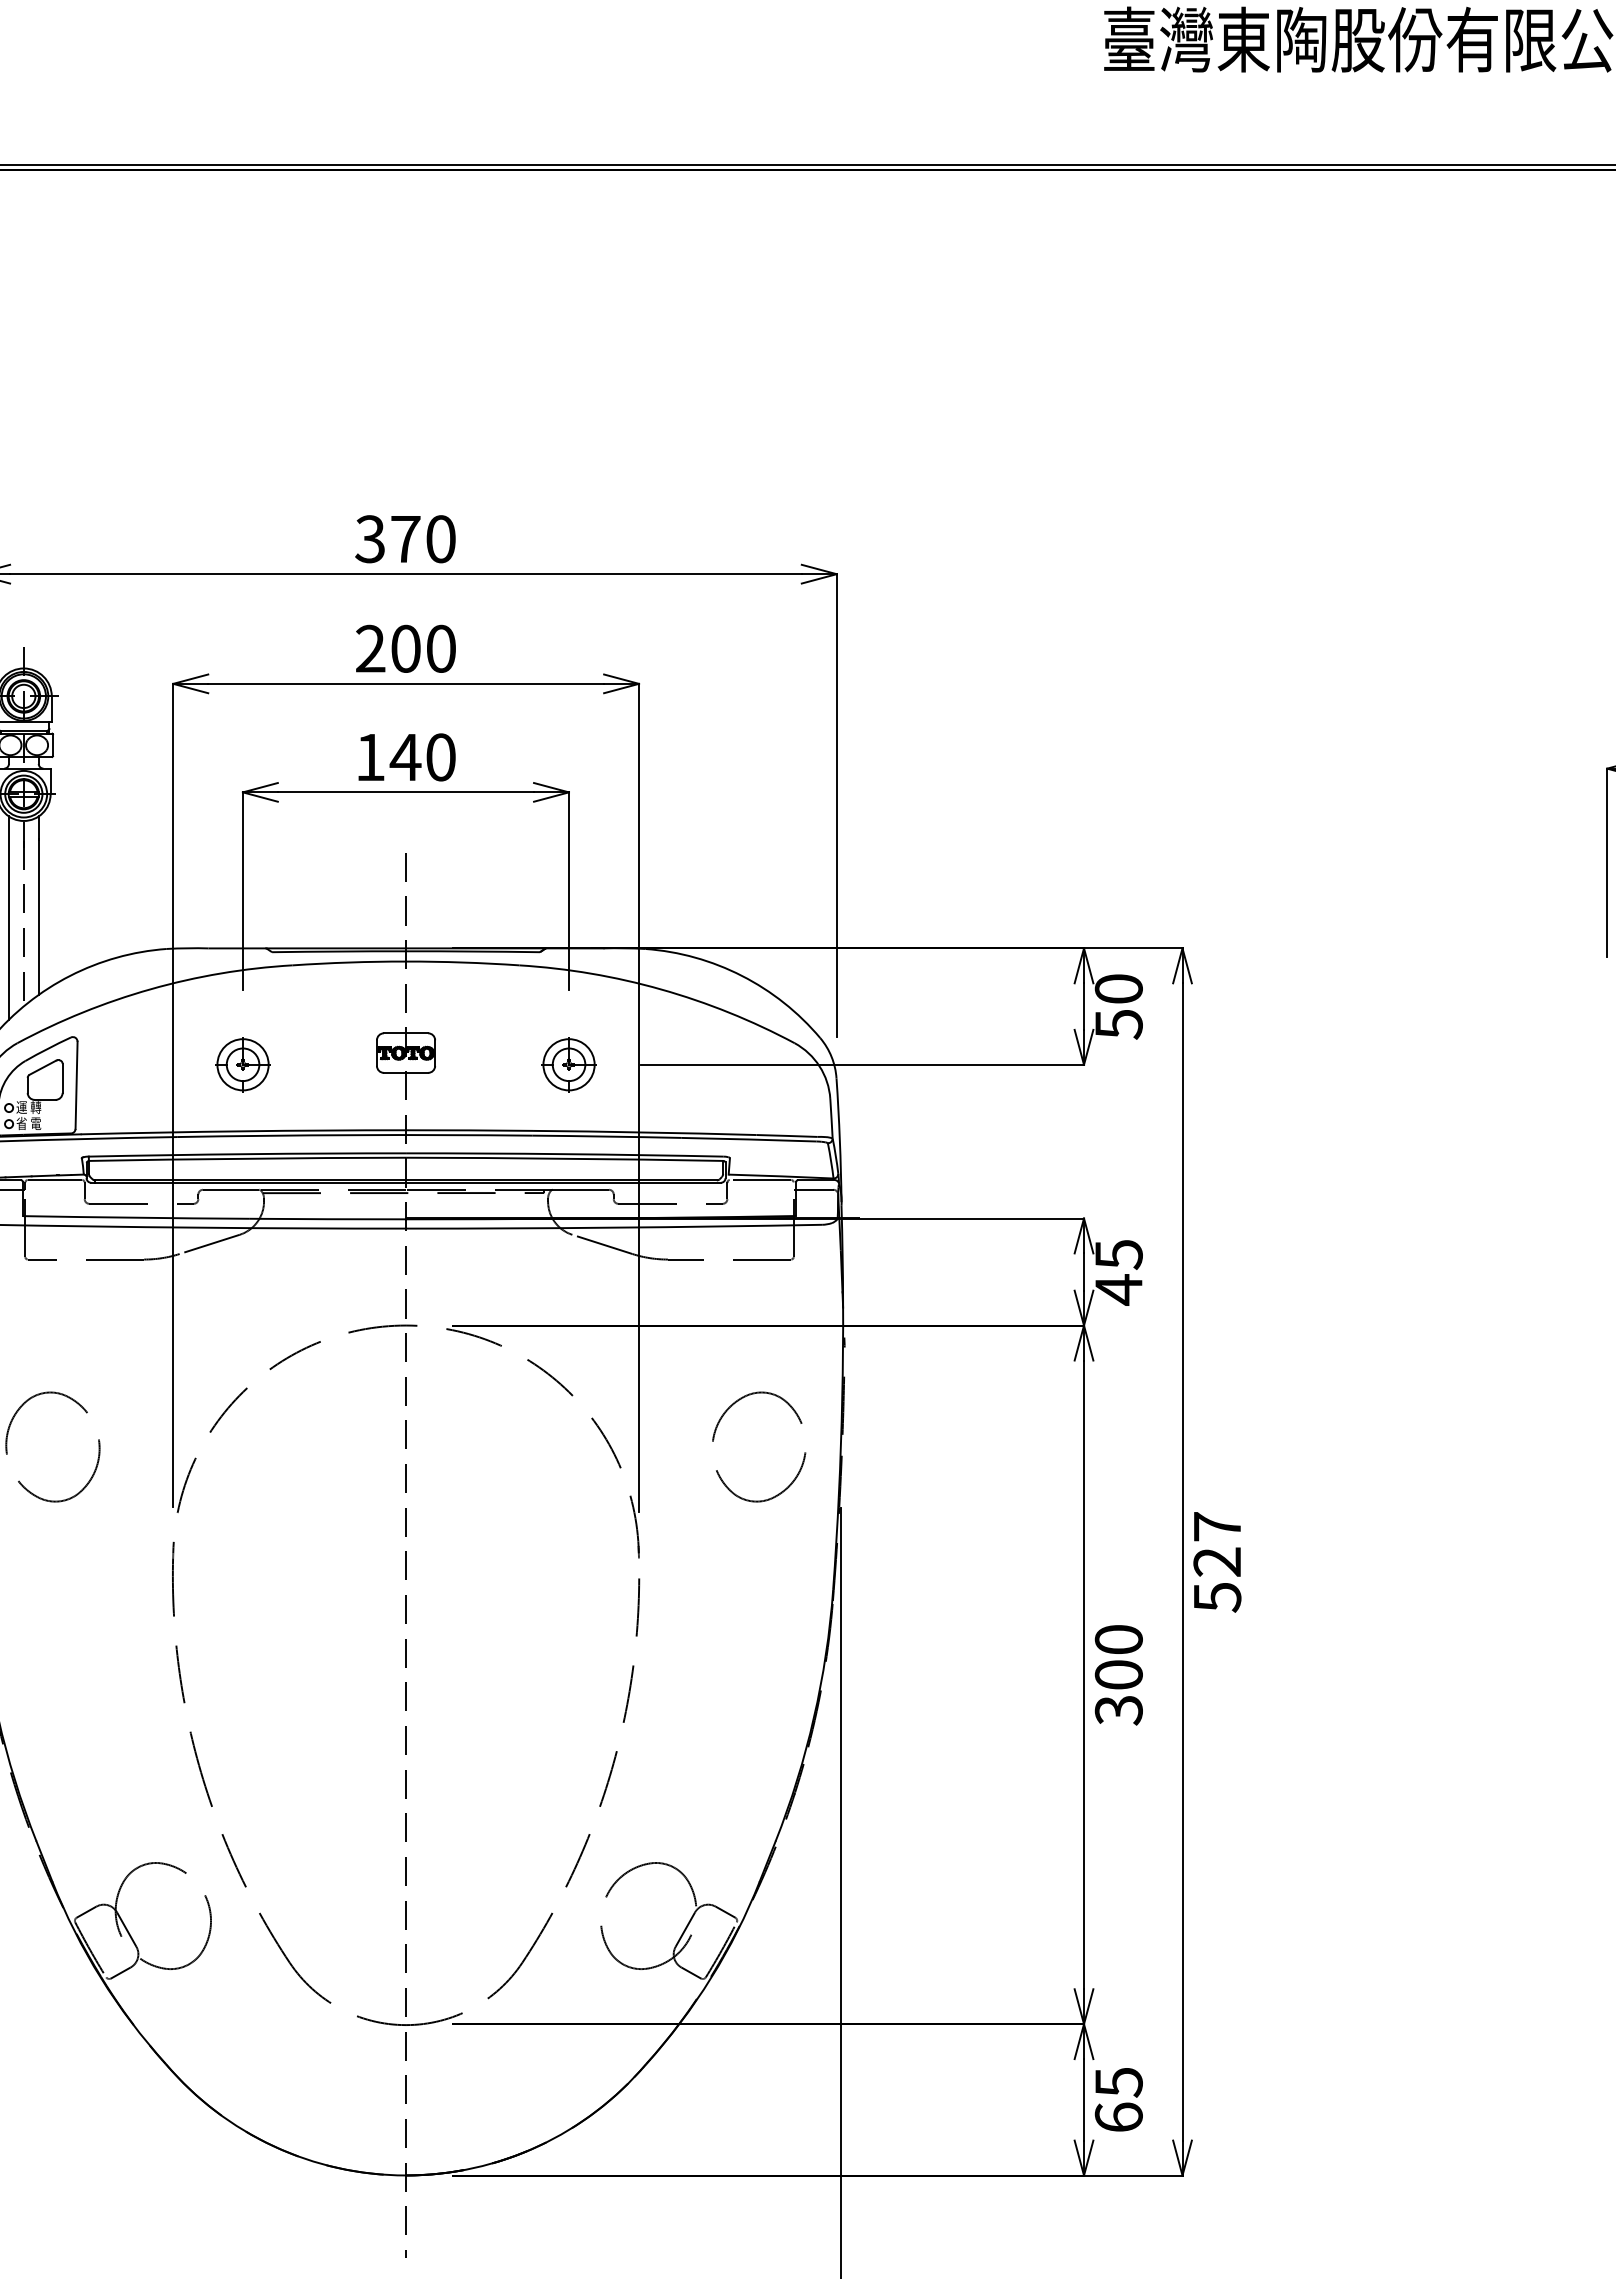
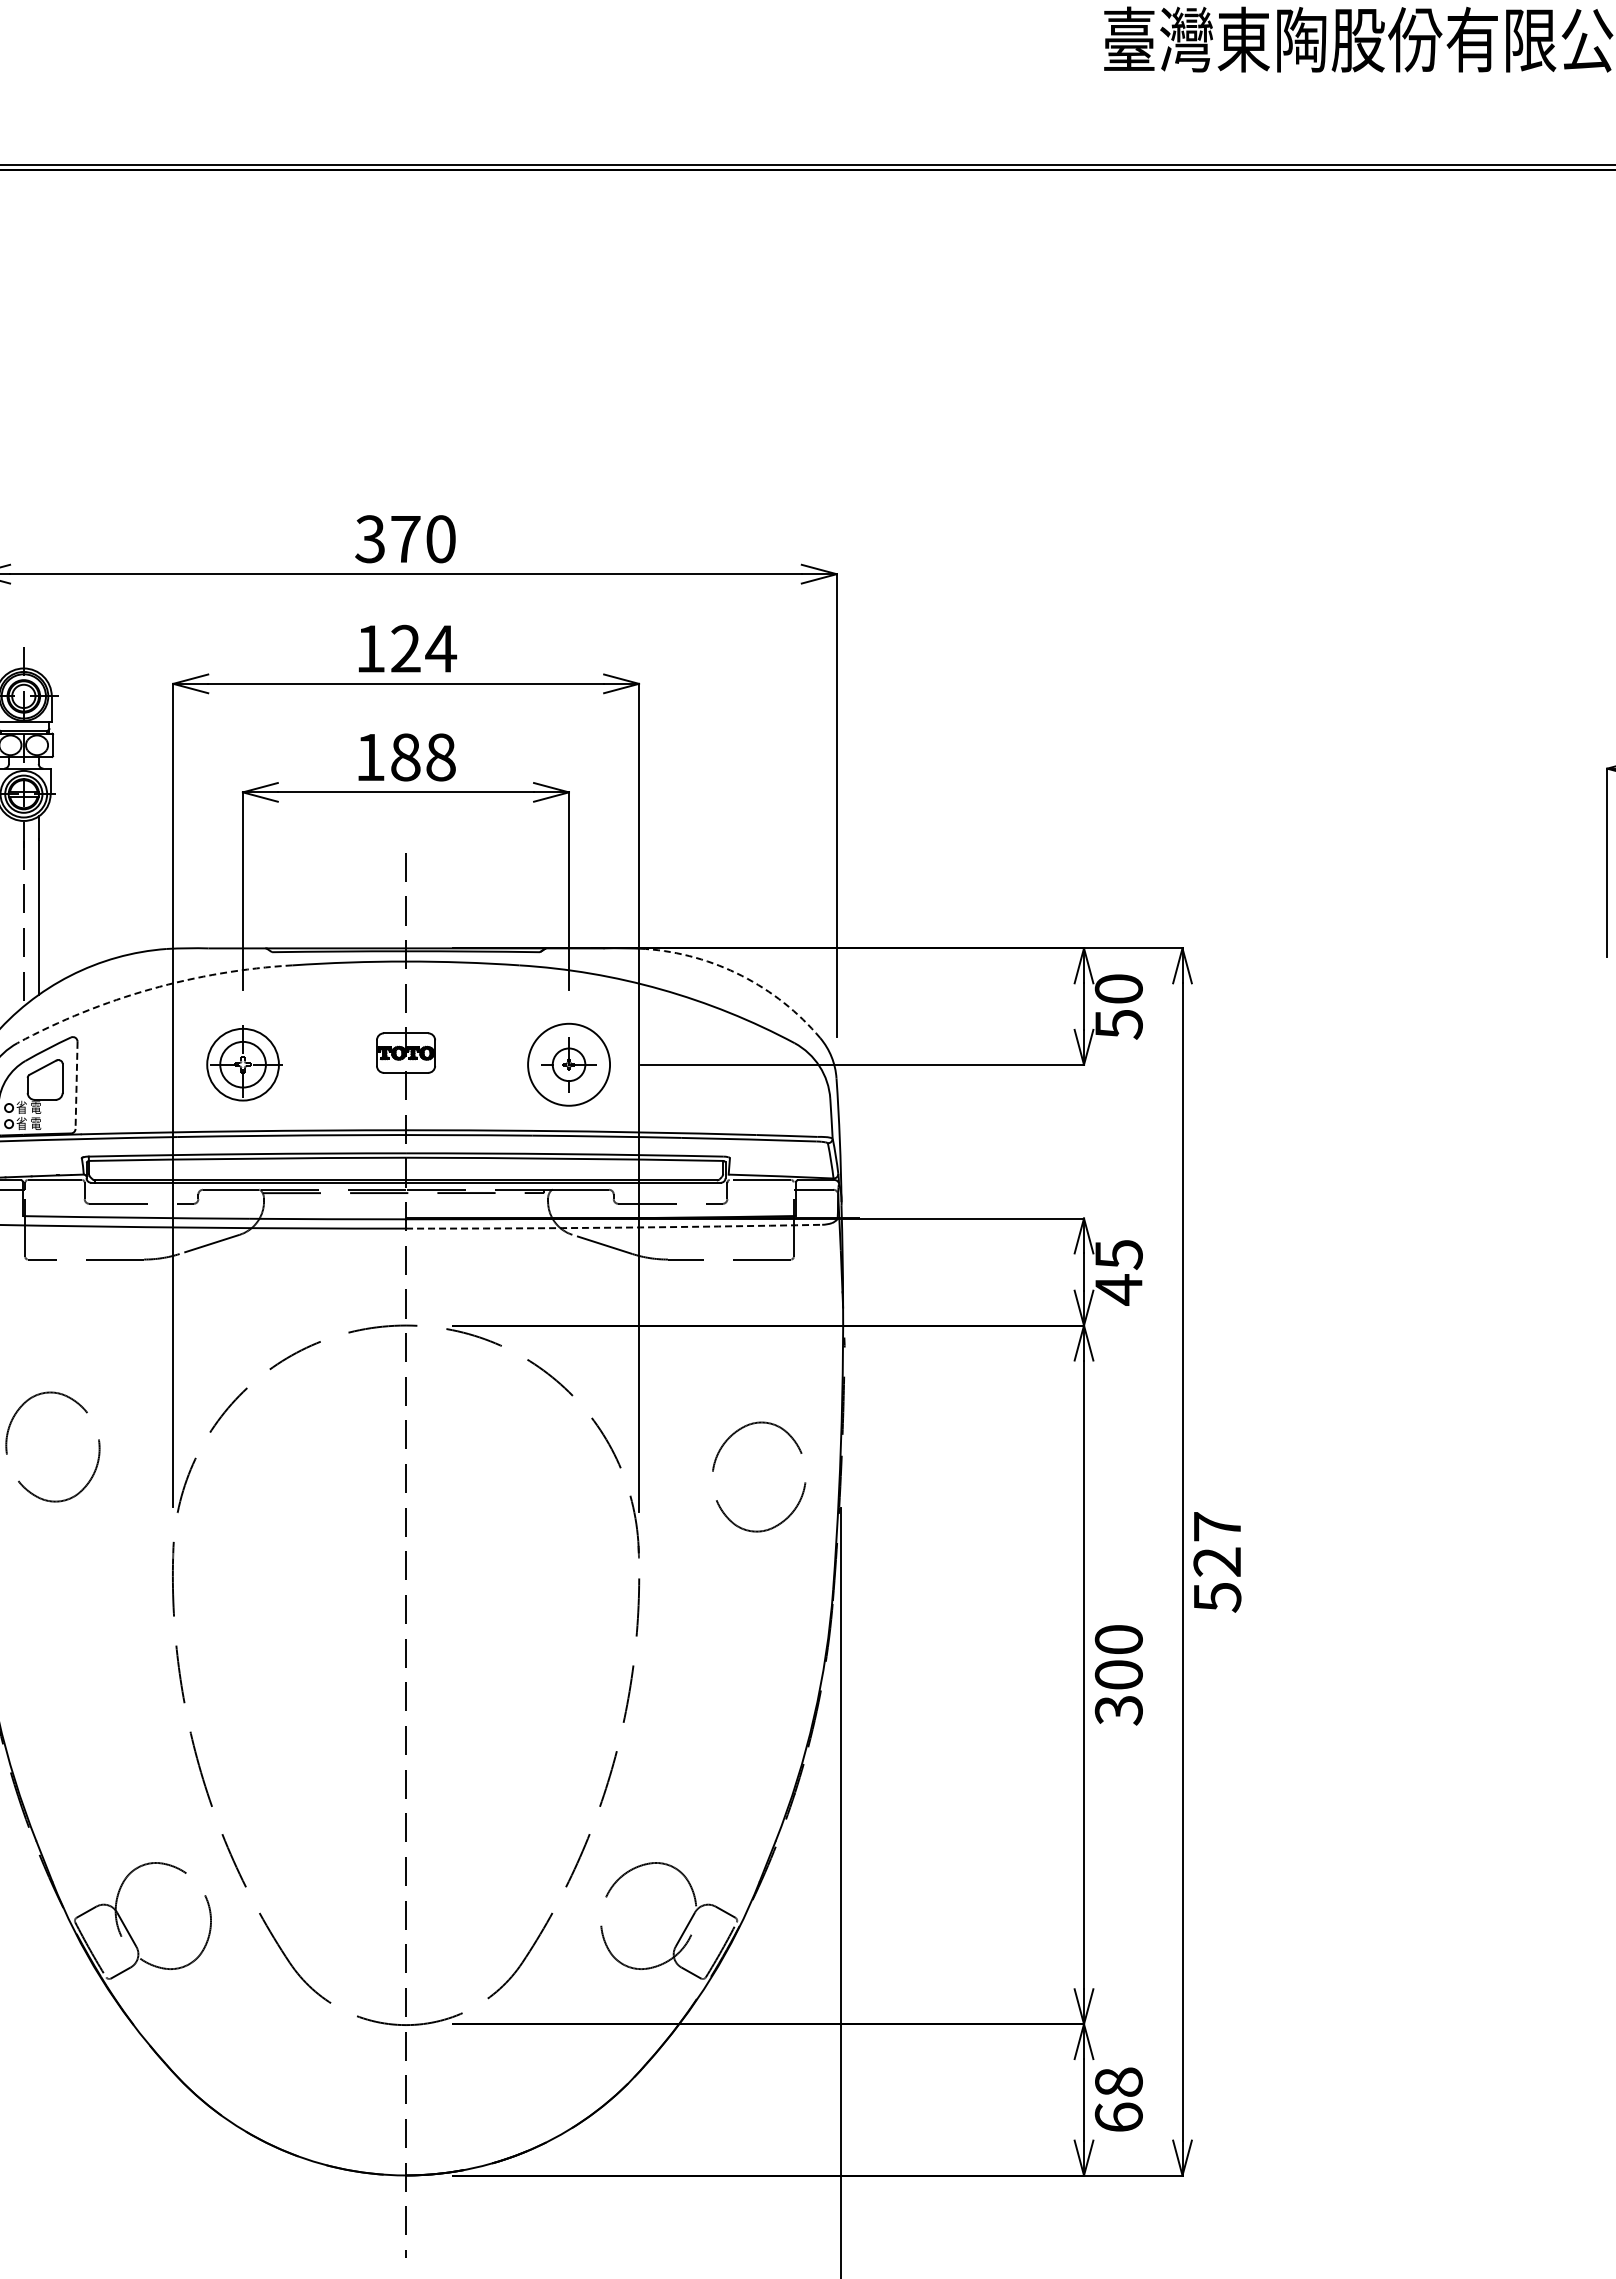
text at (406, 648): 200 -> 124
text at (422, 757): 140 -> 188
line at (8, 917): present -> none
arc at (741, 975): solid -> dashed
arc at (150, 989): solid -> dashed
part at (242, 1064) size: 56x56 px -> 77x77 px
circle at (568, 1064) diameter: 51 px -> 82 px
line at (76, 1085): solid -> dashed
text at (28, 1107): 運 轉 -> 省 電
arc at (614, 1227): solid -> dashed
part at (803, 1456) position: (803, 1456) -> (803, 1486)
text at (1118, 2082): 65 -> 68
